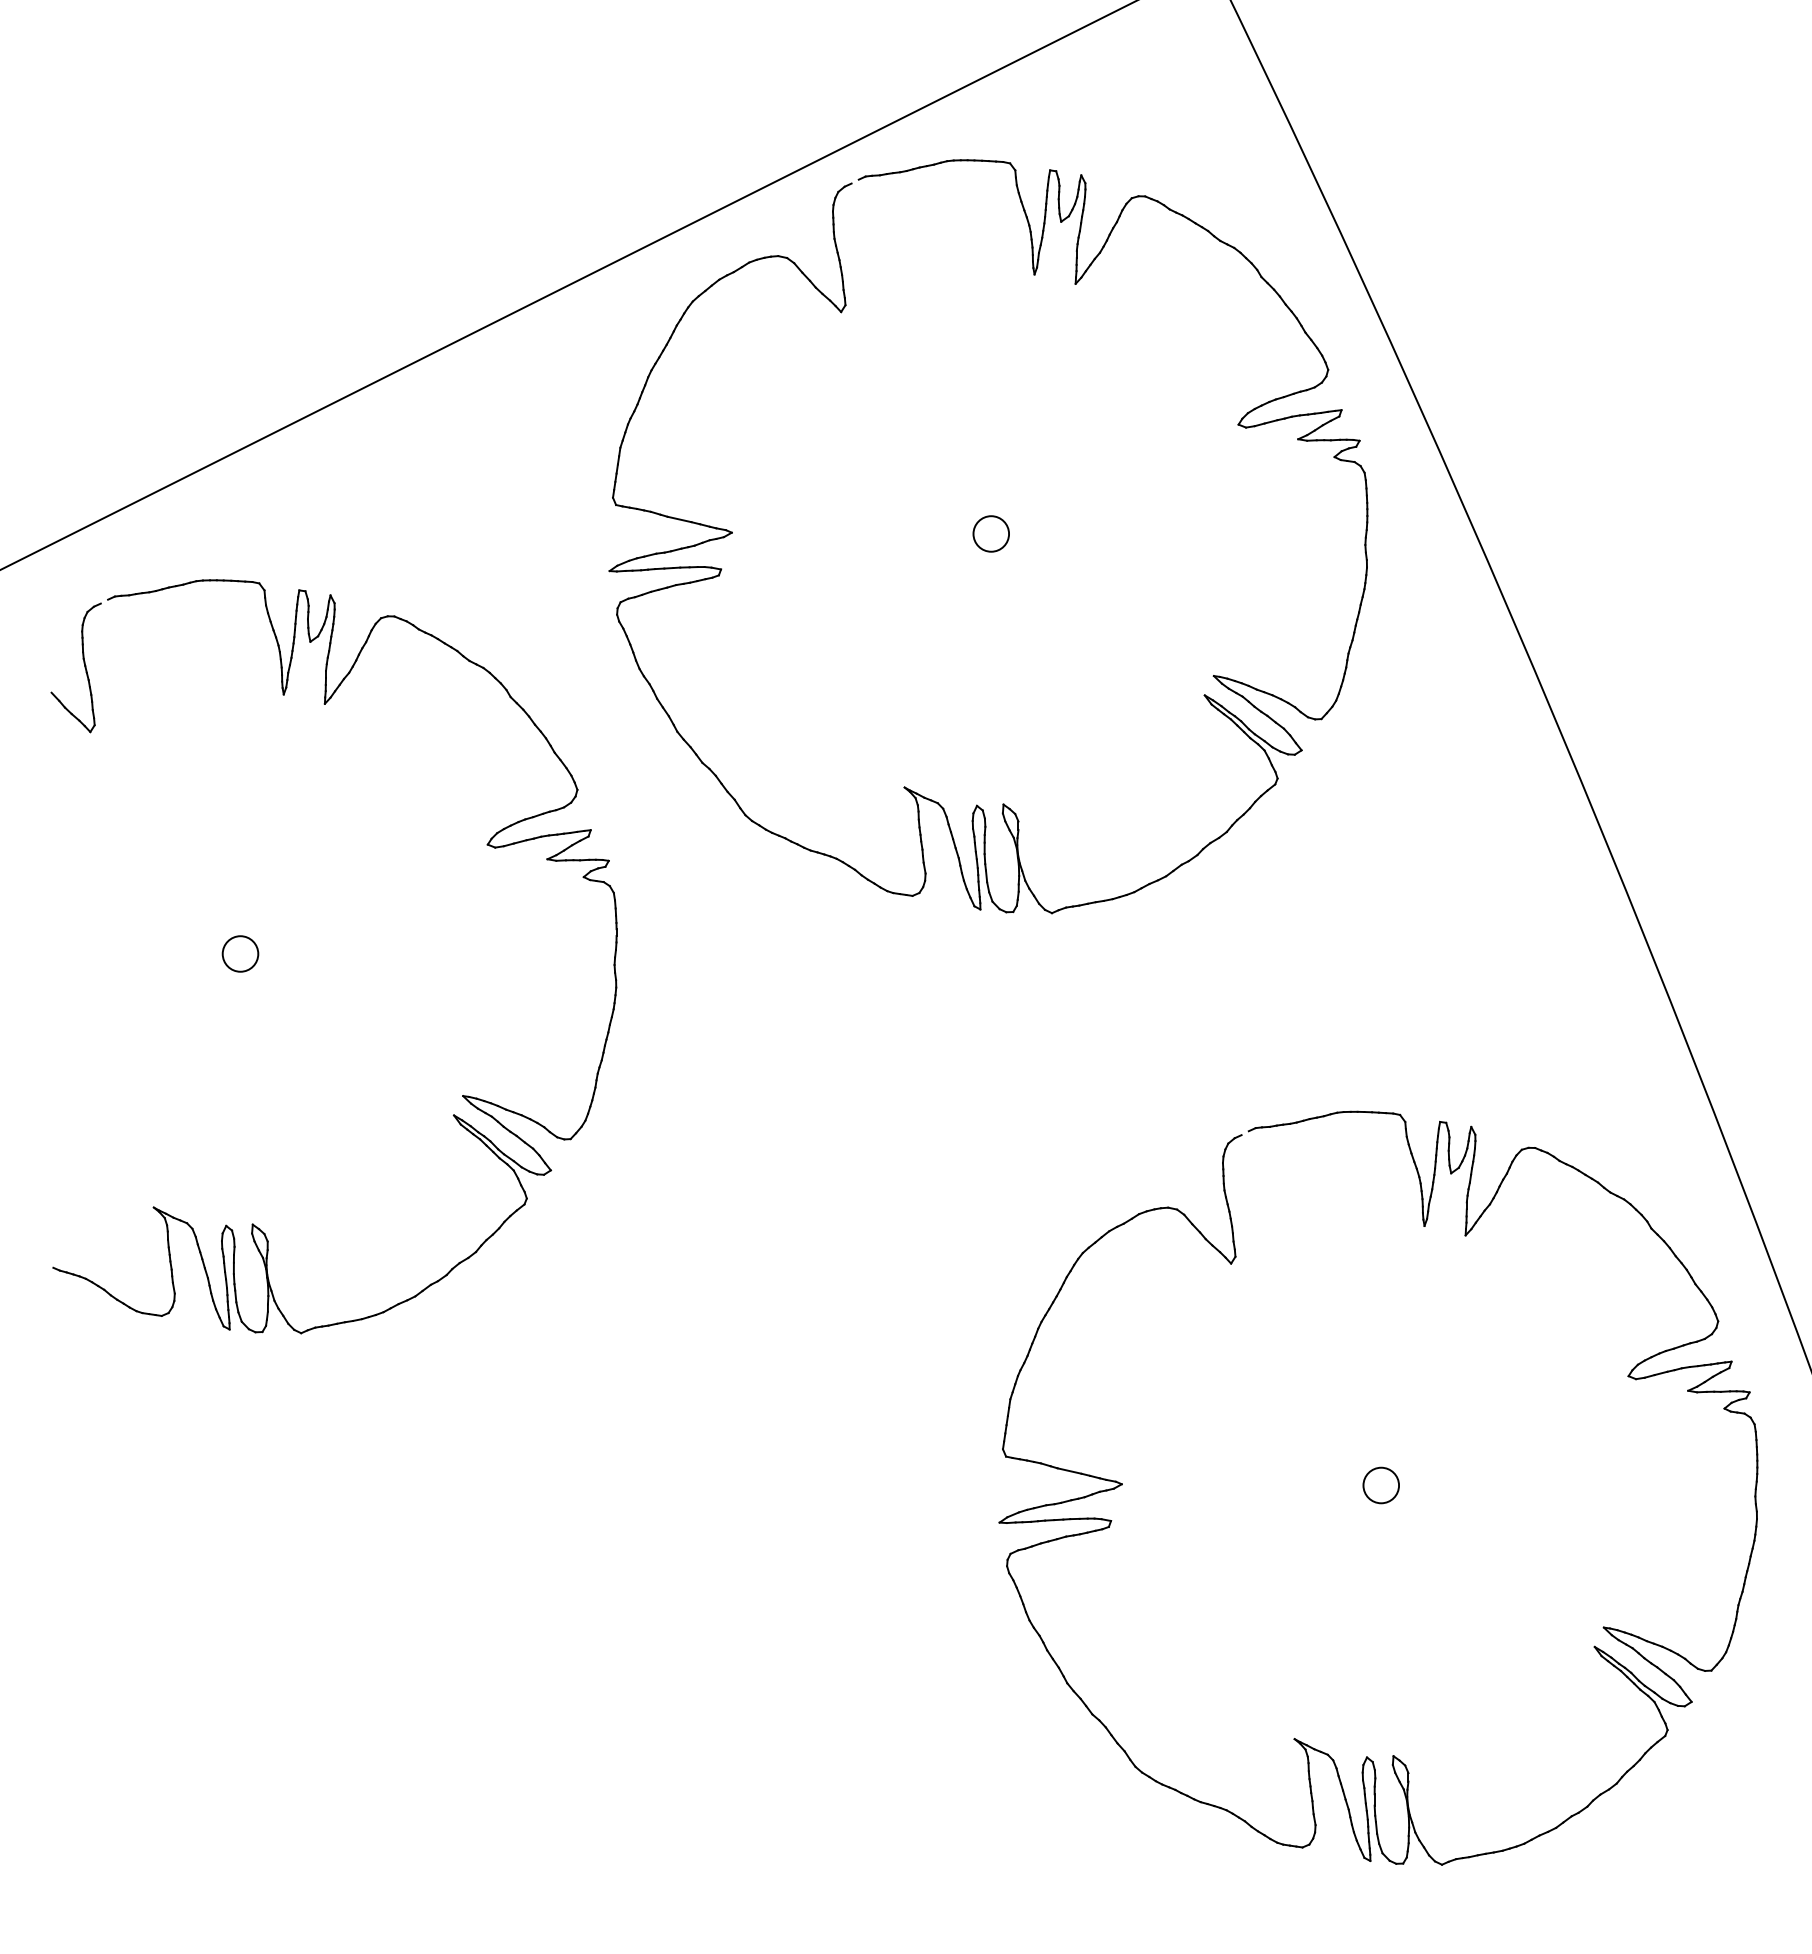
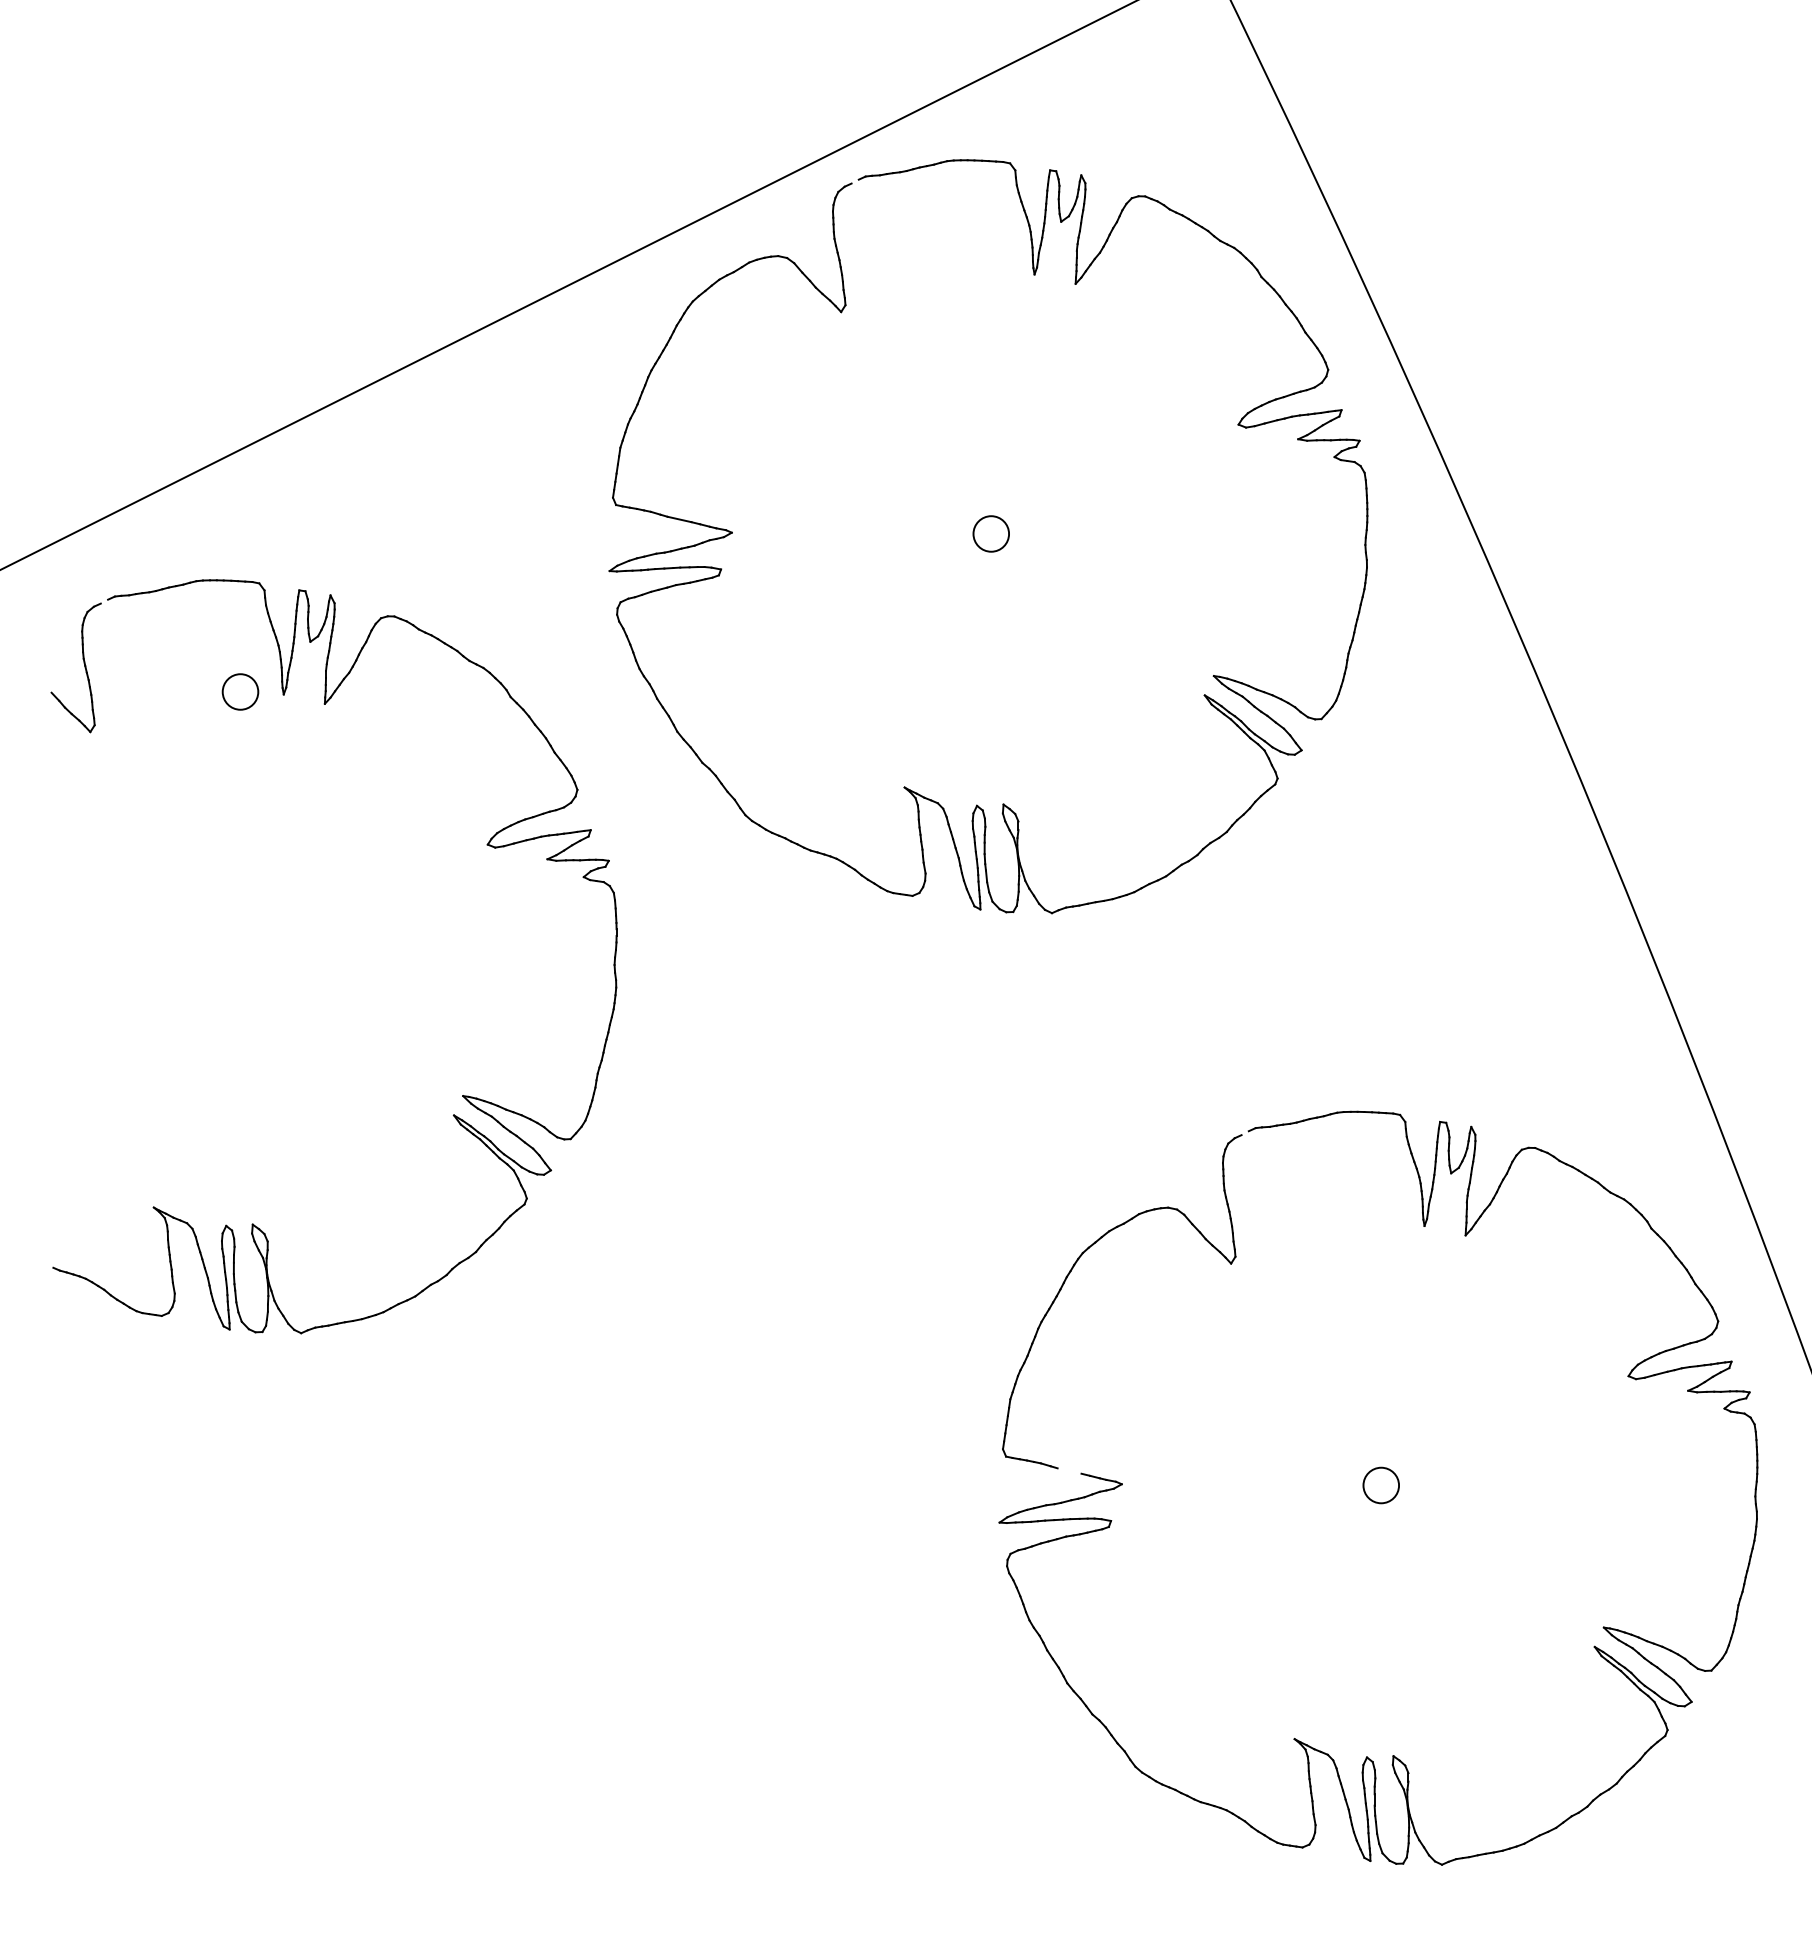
circle at (240, 953) position: (240, 953) -> (240, 691)
line at (1069, 1470): present -> none
